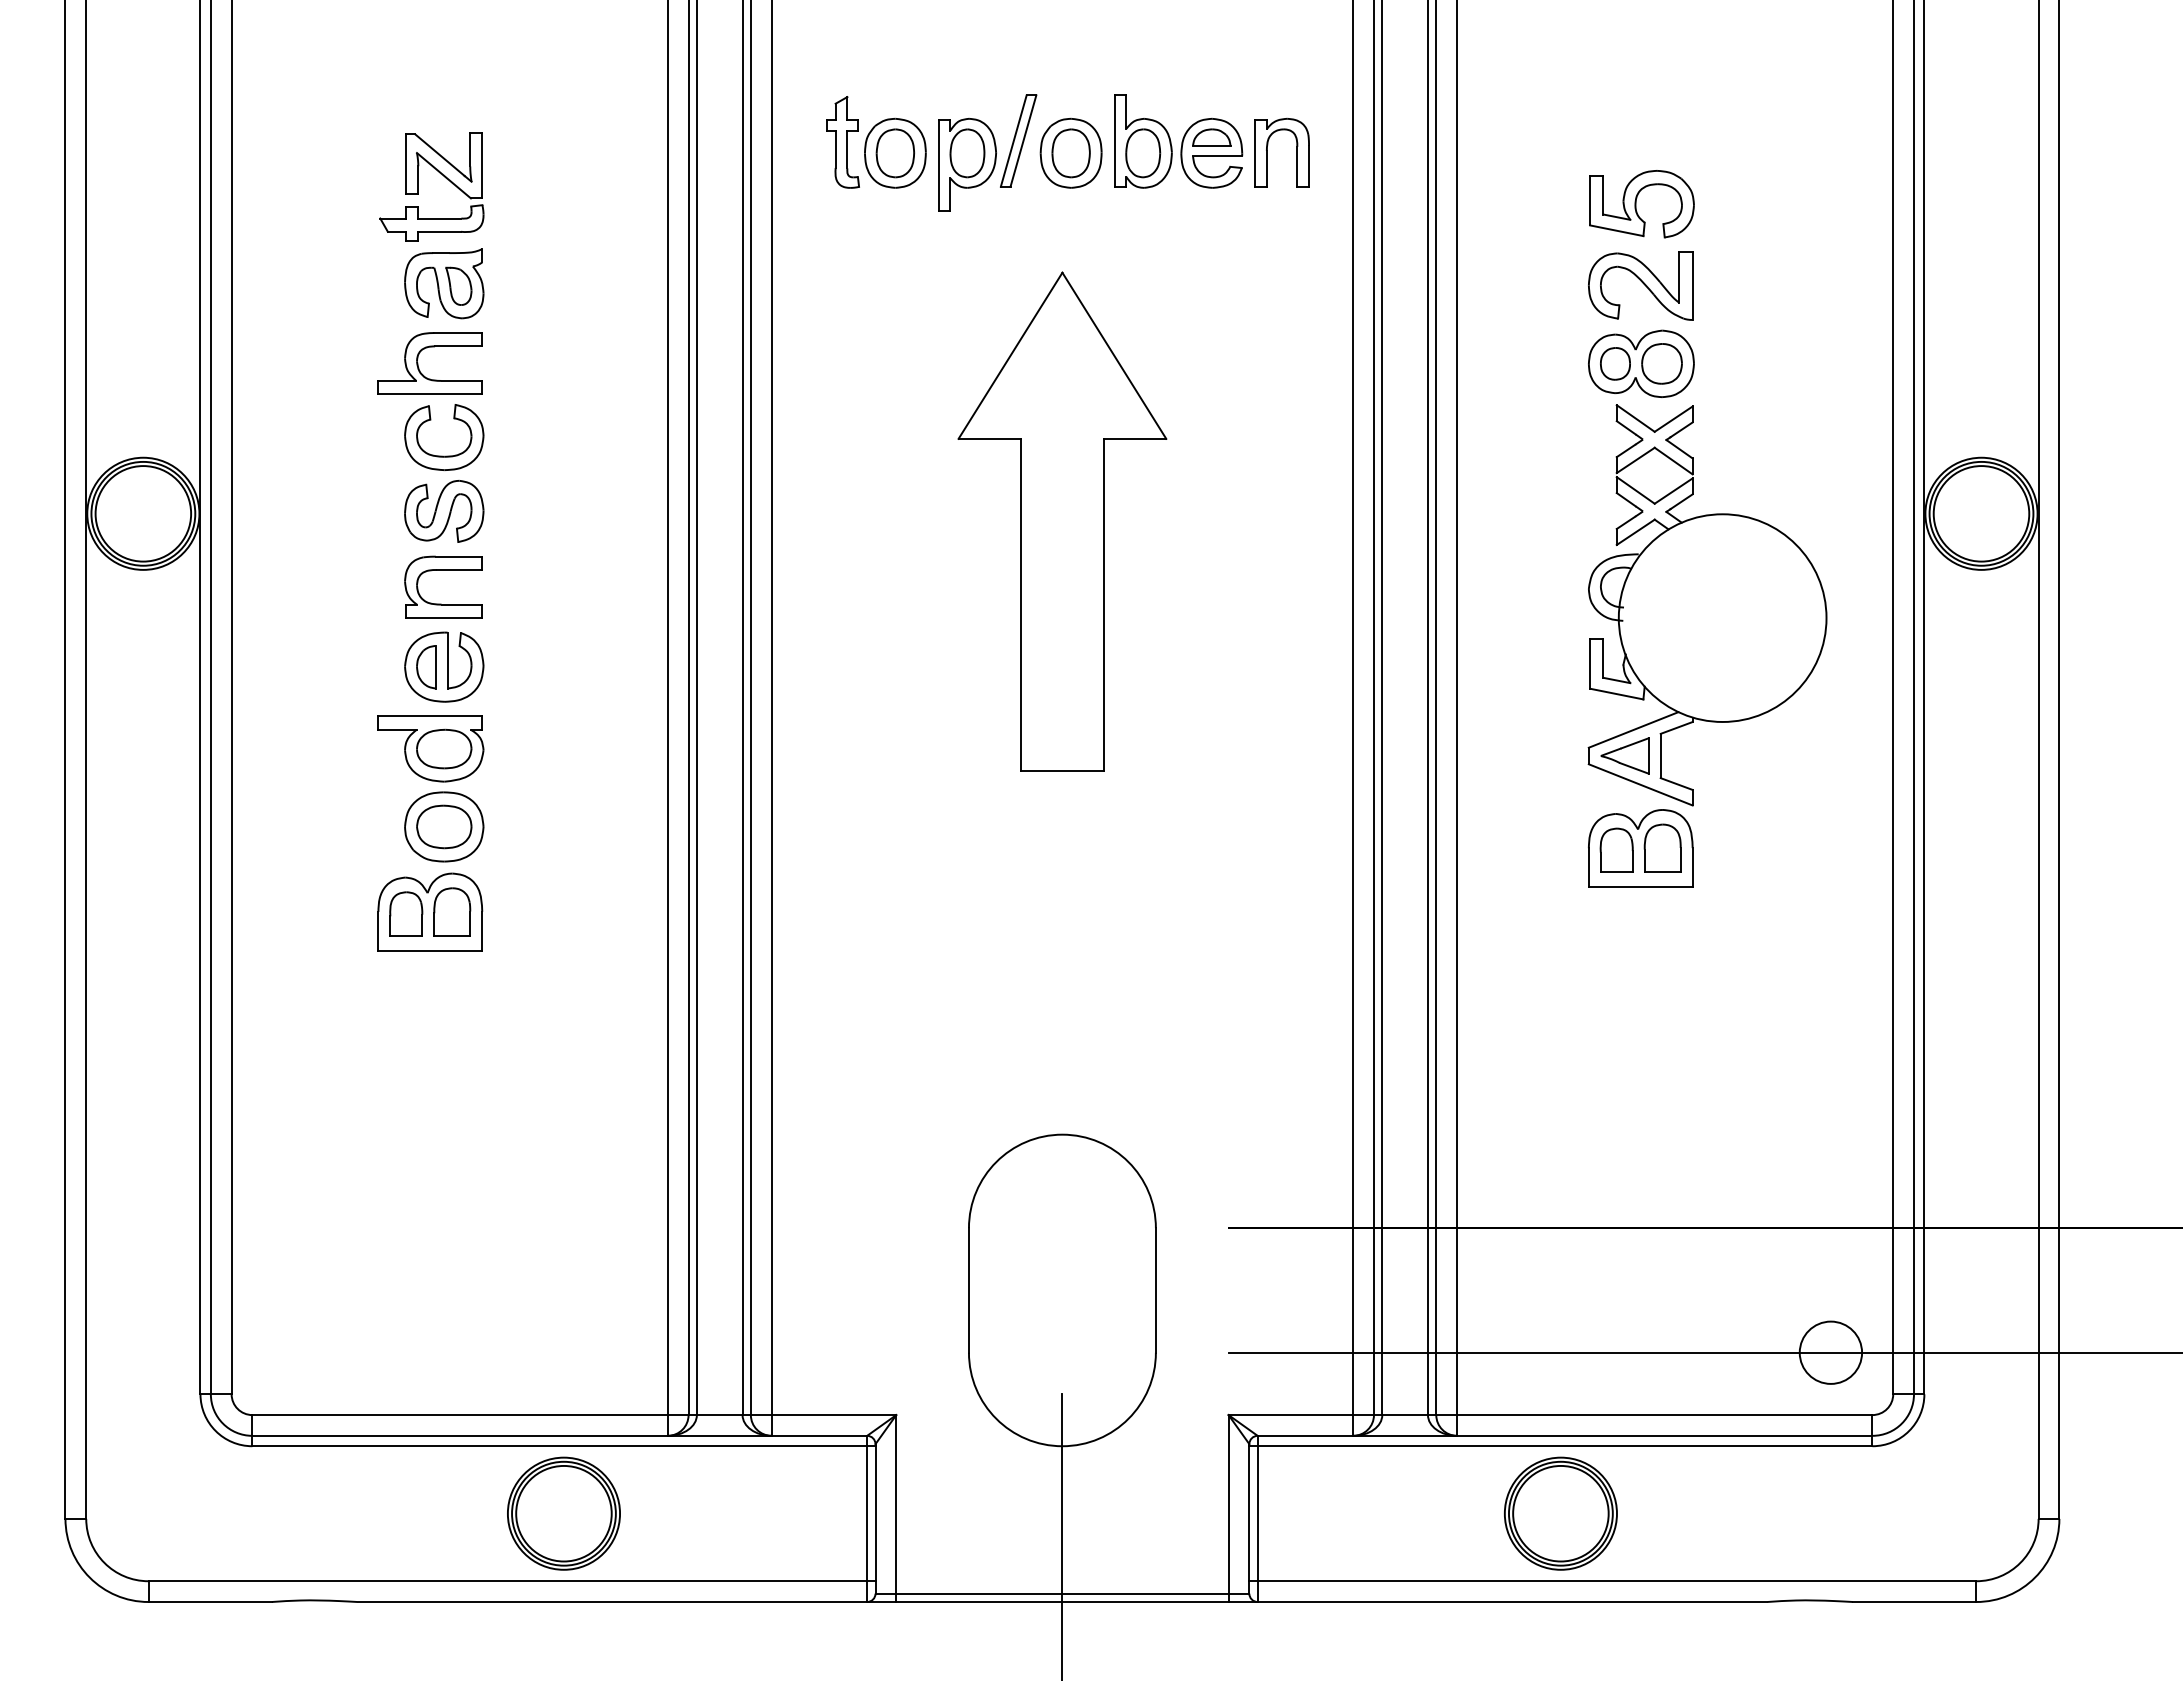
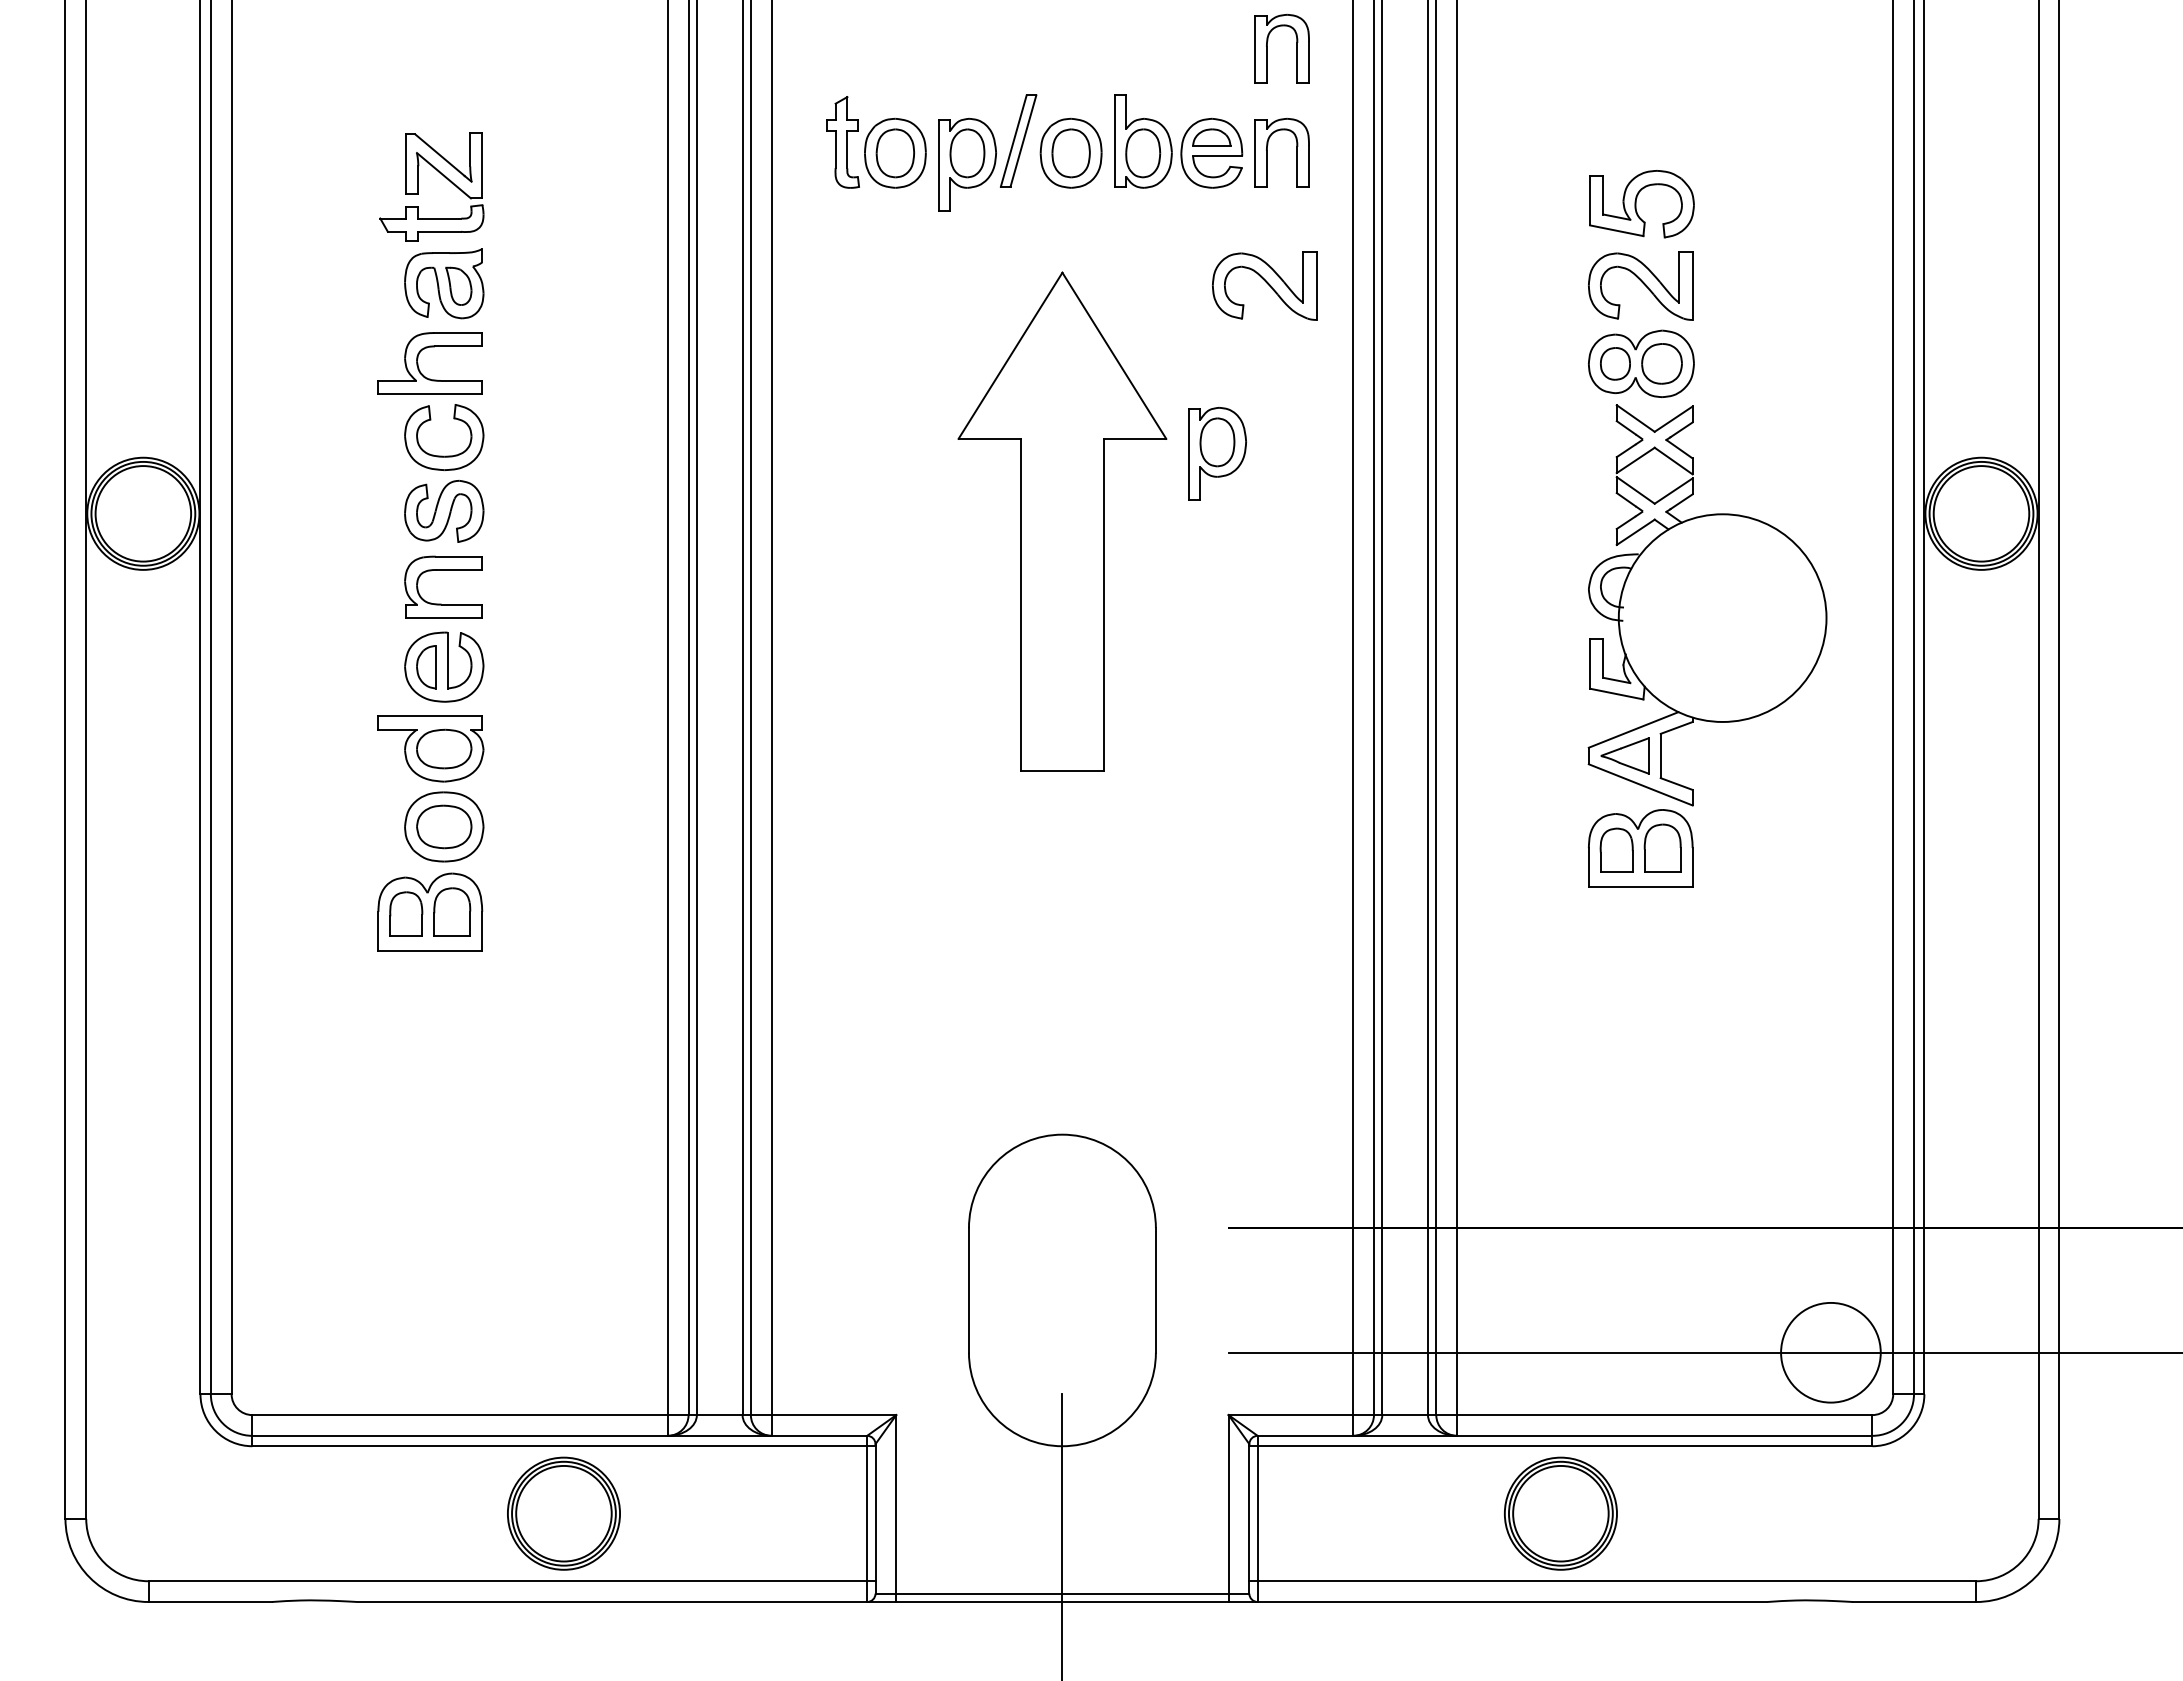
part at (1267, 48): none -> present
part at (1264, 285): none -> present
part at (1217, 453): none -> present
circle at (1830, 1352) diameter: 62 px -> 100 px
